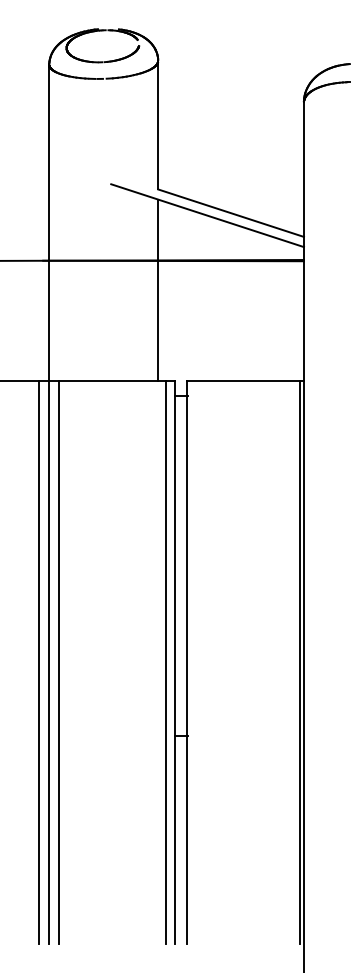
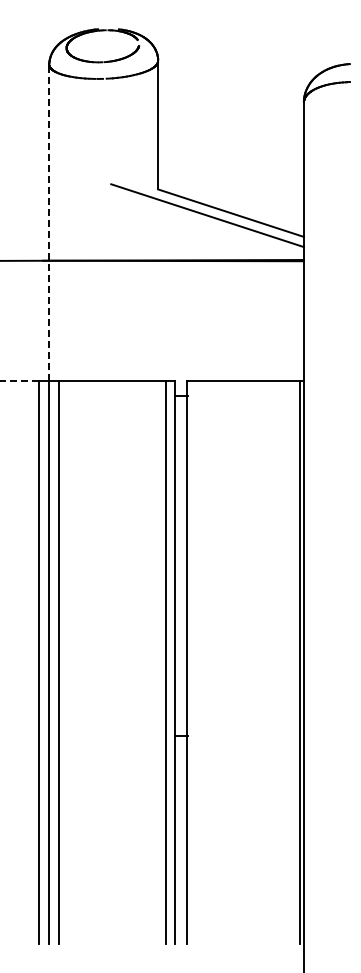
line at (49, 222): solid -> dashed
line at (158, 290): present -> none
line at (18, 381): solid -> dashed
